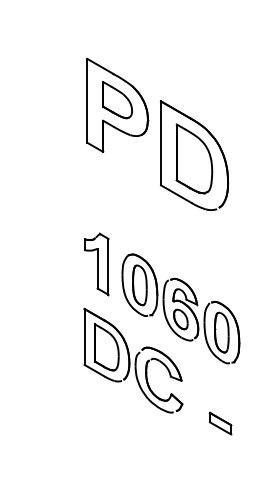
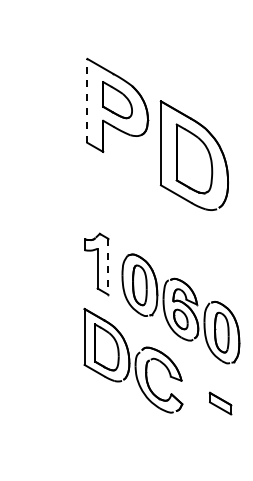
line at (87, 100): solid -> dashed
line at (108, 266): solid -> dashed
part at (220, 423) position: (220, 423) -> (220, 403)
